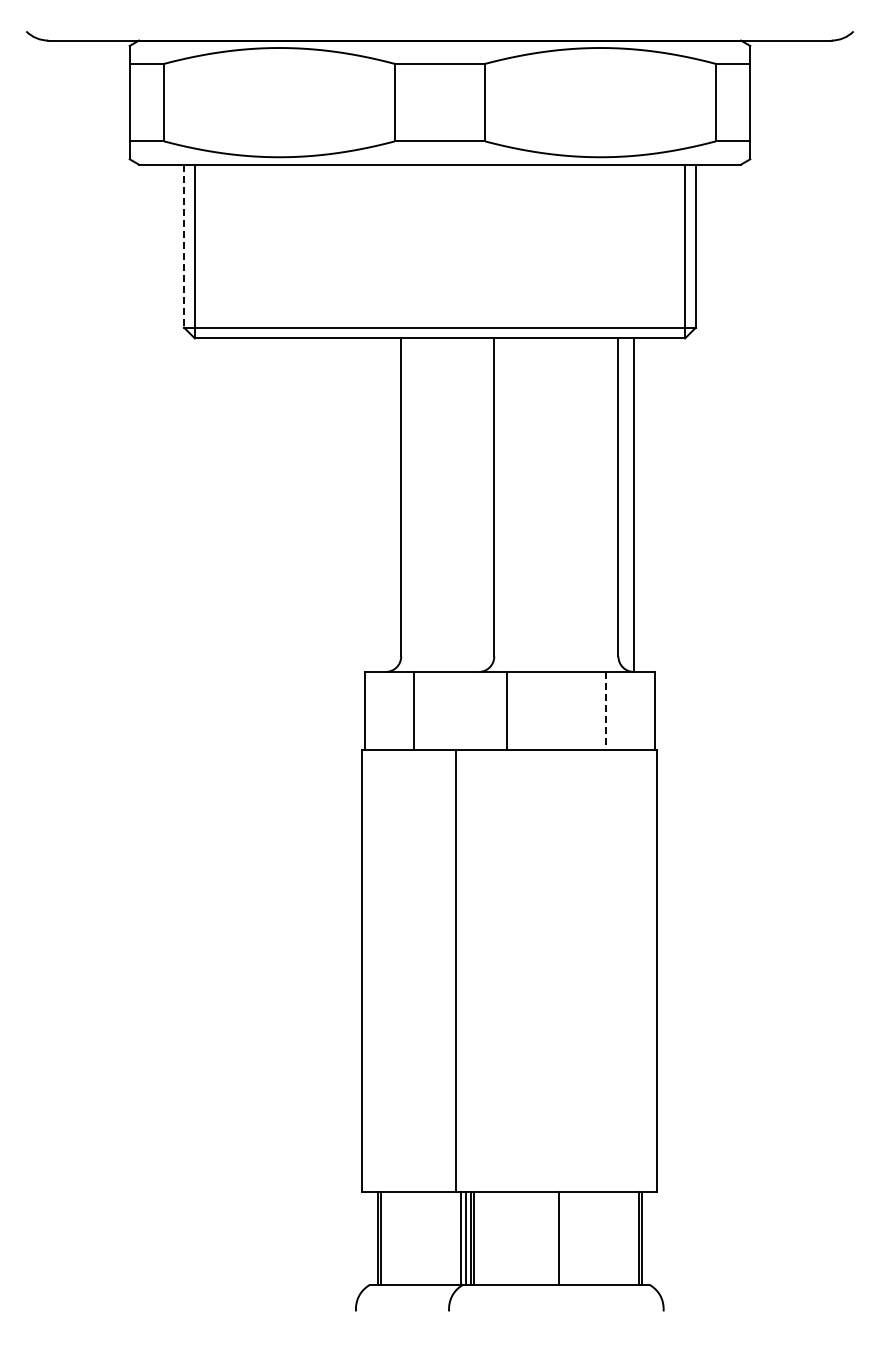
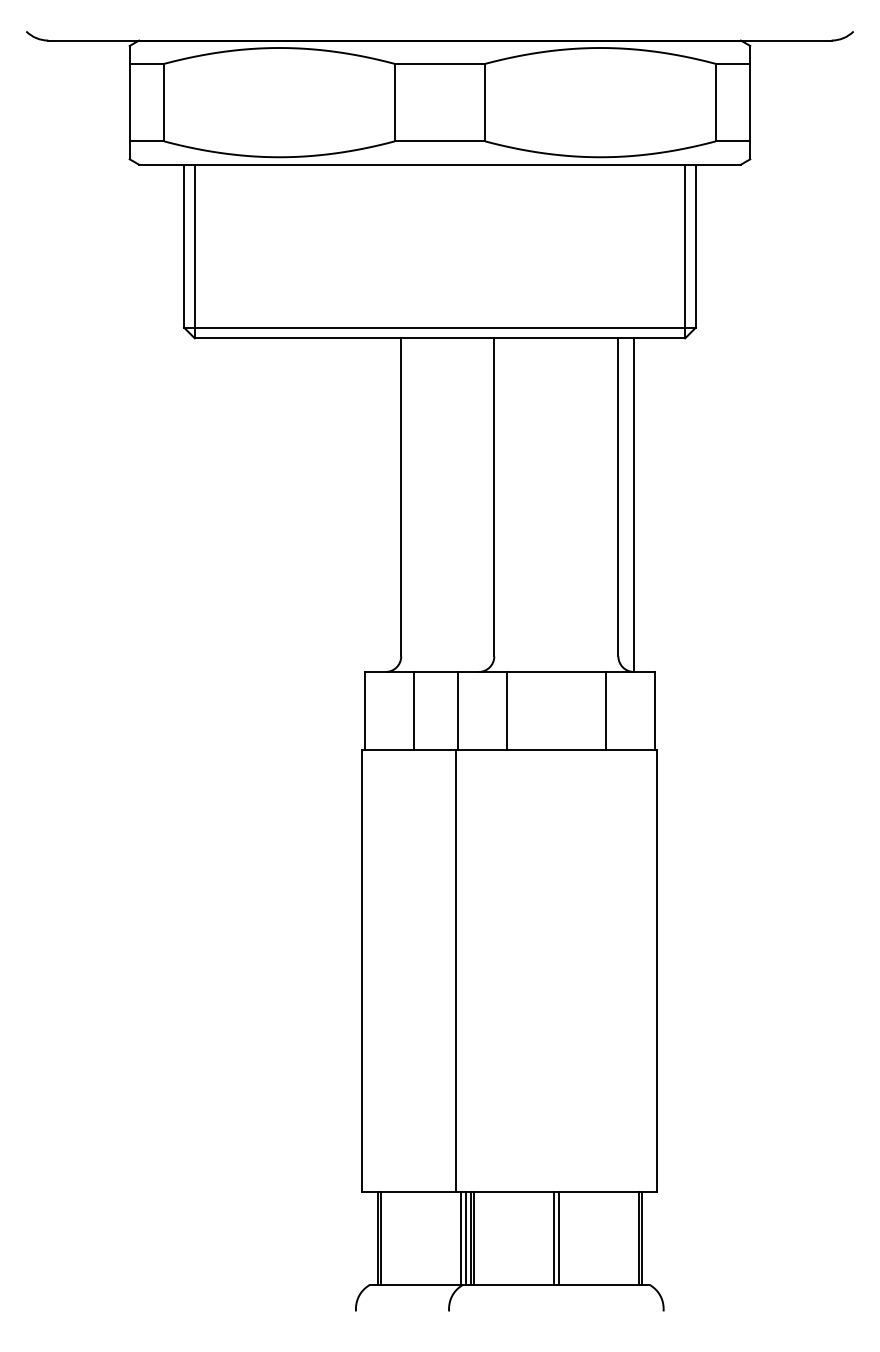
line at (184, 246): dashed -> solid
line at (457, 710): none -> present
line at (605, 710): dashed -> solid
line at (553, 1237): none -> present
